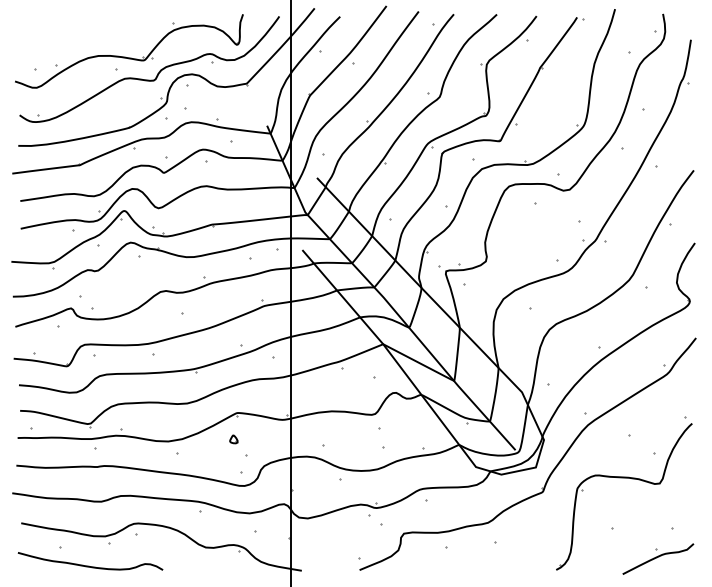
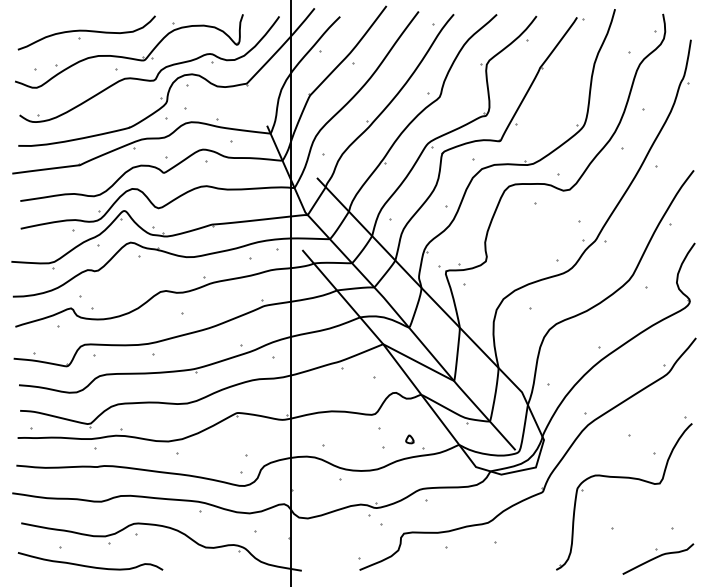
part at (86, 32): none -> present
part at (233, 439) position: (233, 439) -> (409, 439)
